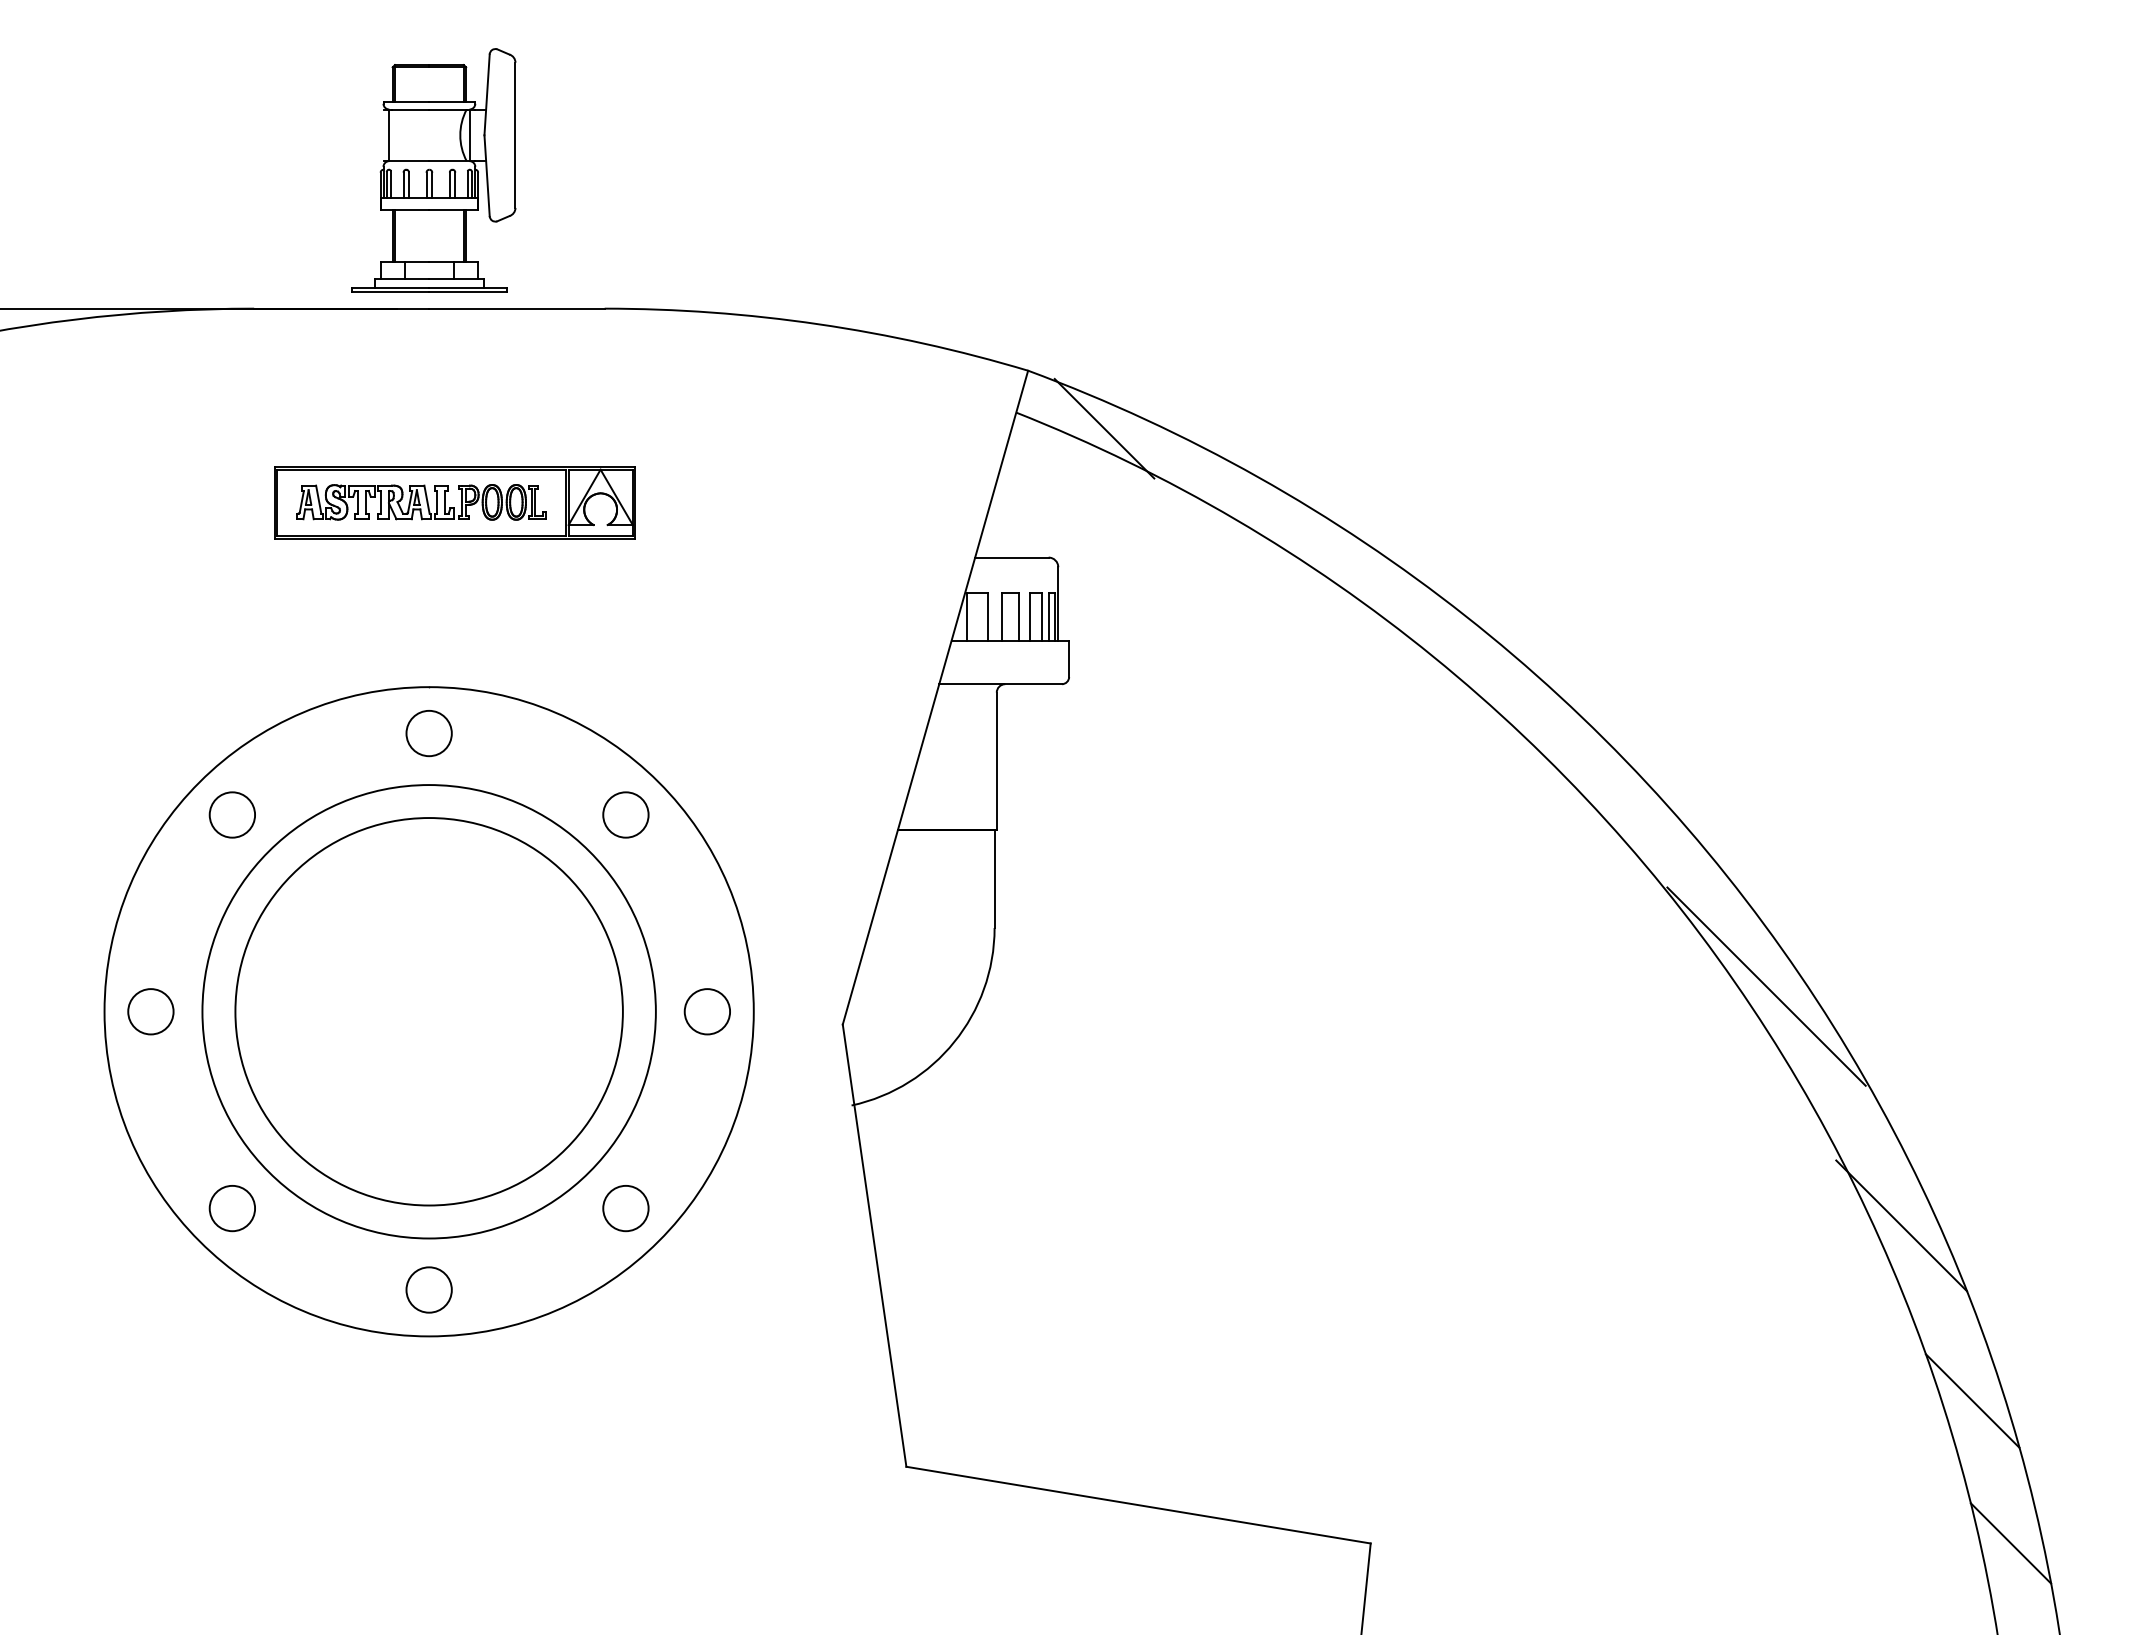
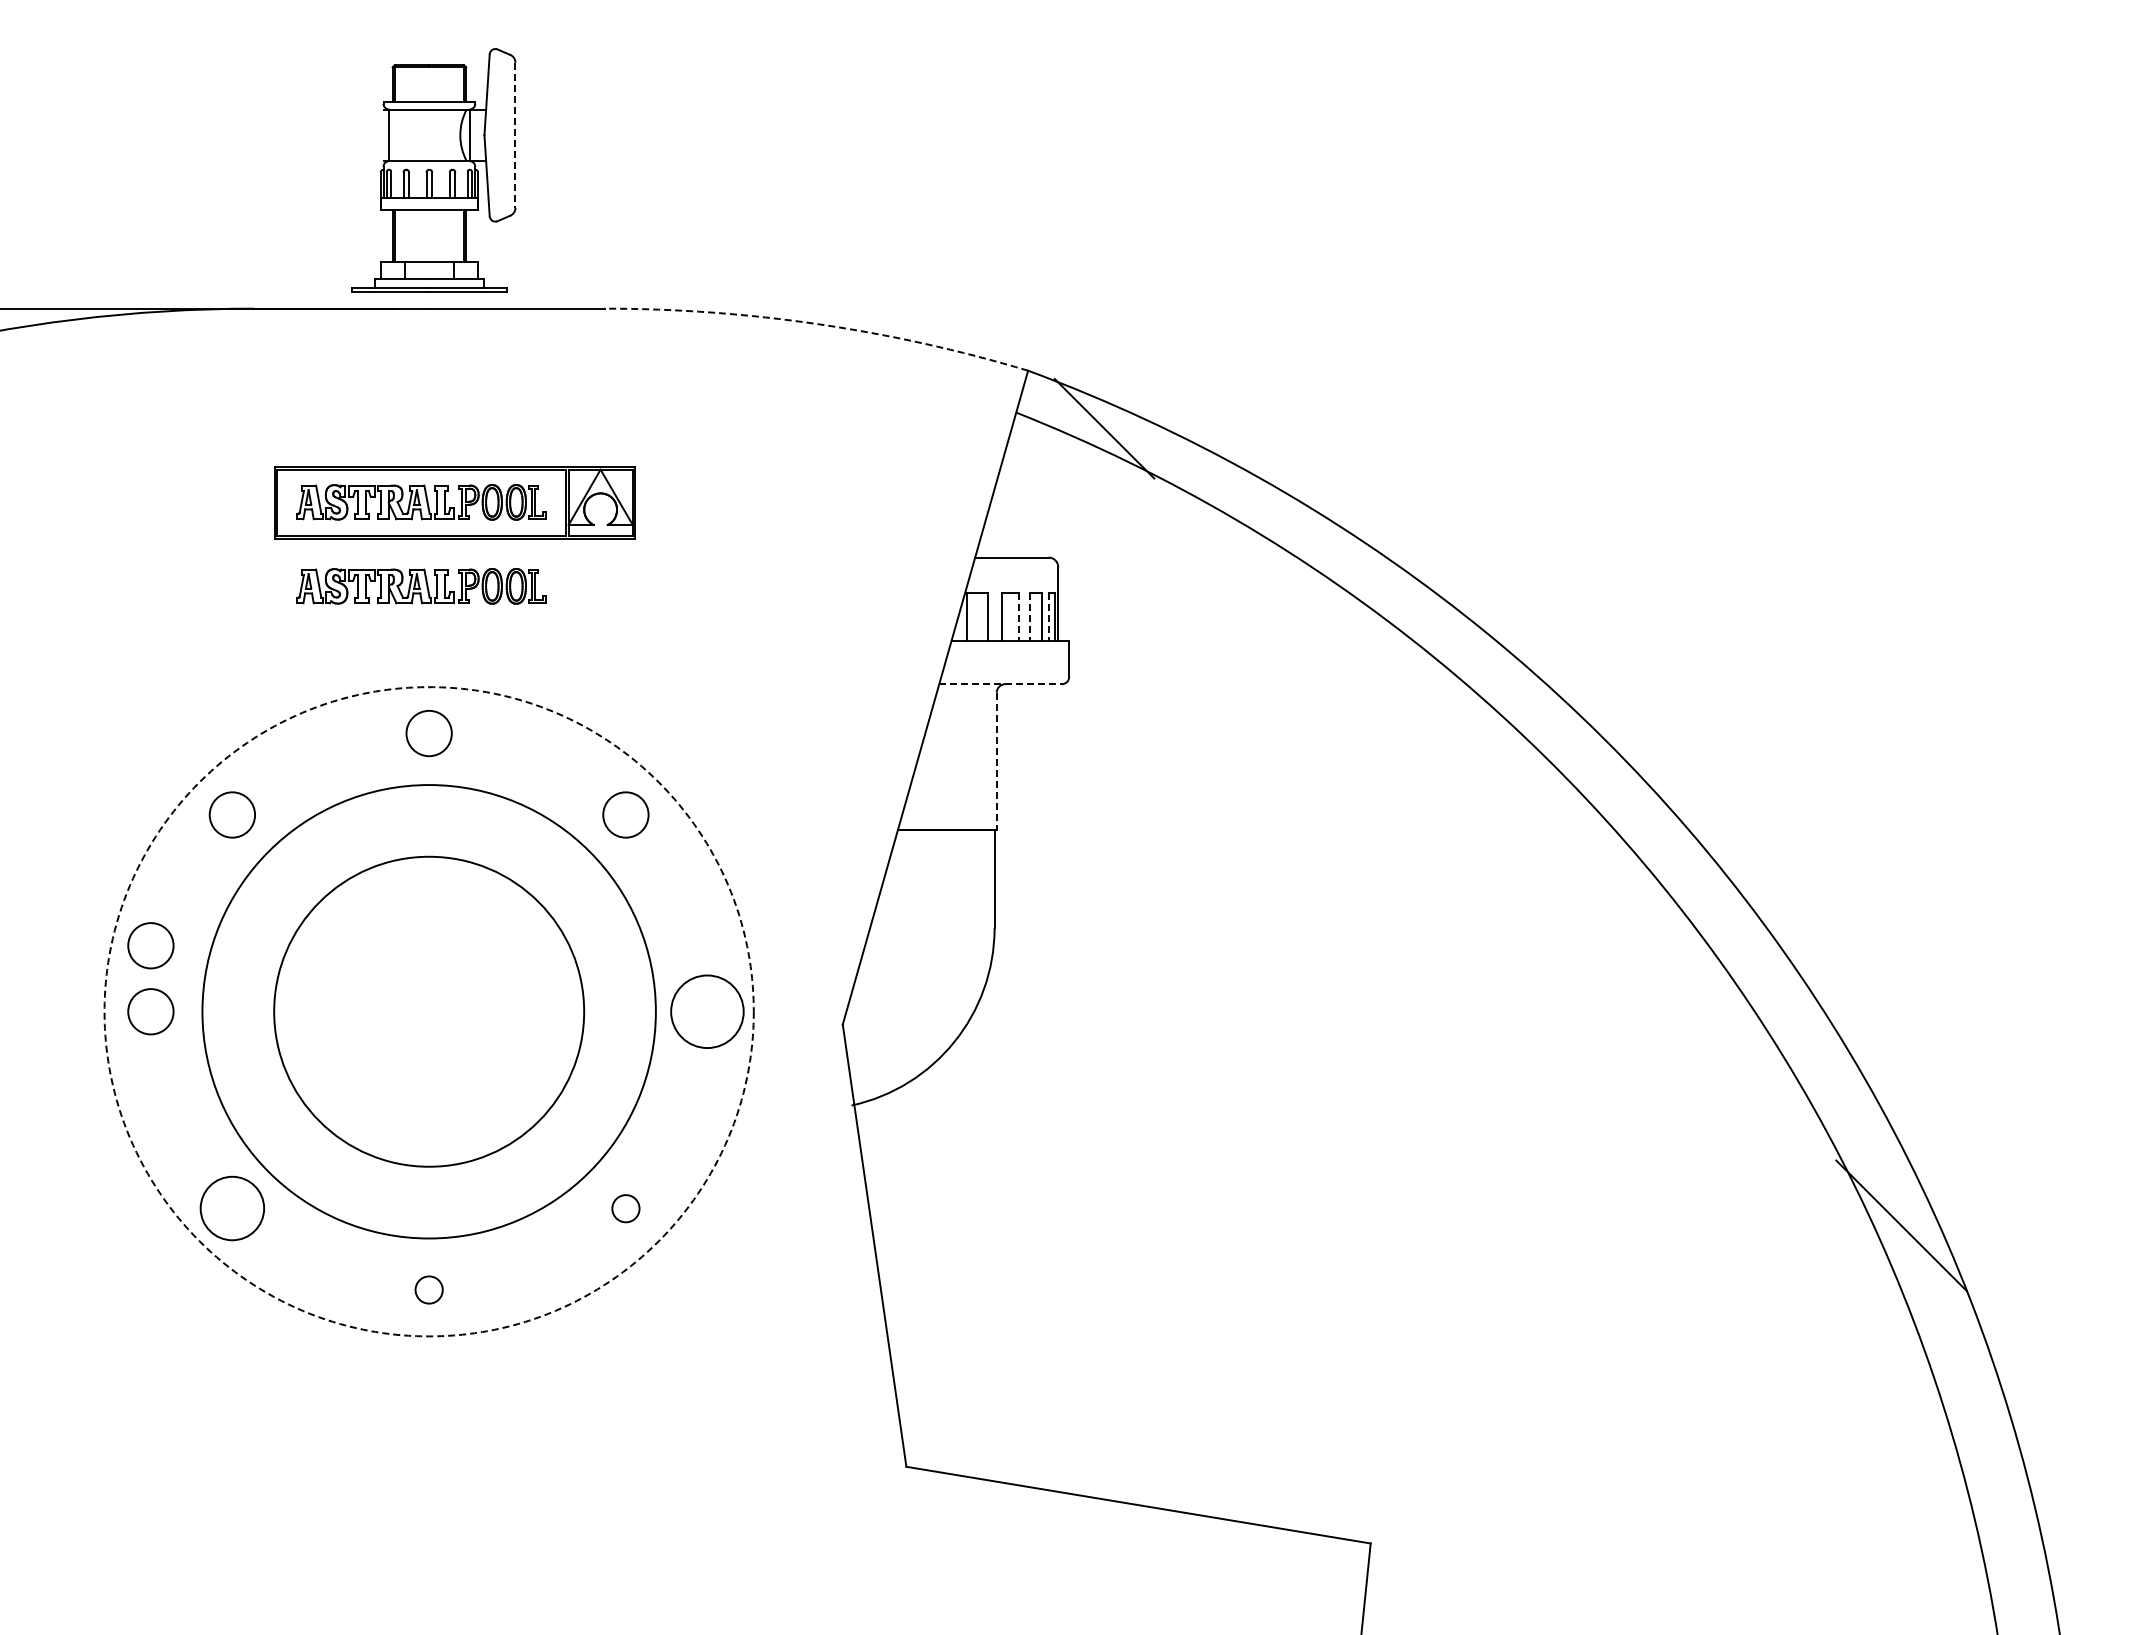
line at (515, 135): solid -> dashed
arc at (818, 324): solid -> dashed
part at (421, 586): none -> present
line at (1019, 617): solid -> dashed
line at (1030, 617): solid -> dashed
line at (1049, 617): solid -> dashed
line at (1001, 684): solid -> dashed
line at (996, 761): solid -> dashed
circle at (150, 945): none -> present
line at (1766, 986): present -> none
circle at (428, 1011) diameter: 387 px -> 310 px
circle at (428, 1011): solid -> dashed
circle at (707, 1011) diameter: 45 px -> 73 px
circle at (232, 1208) diameter: 45 px -> 63 px
circle at (625, 1208) size: 48x48 px -> 30x30 px
circle at (428, 1289) diameter: 45 px -> 27 px
line at (1972, 1400): present -> none
line at (2010, 1543): present -> none
